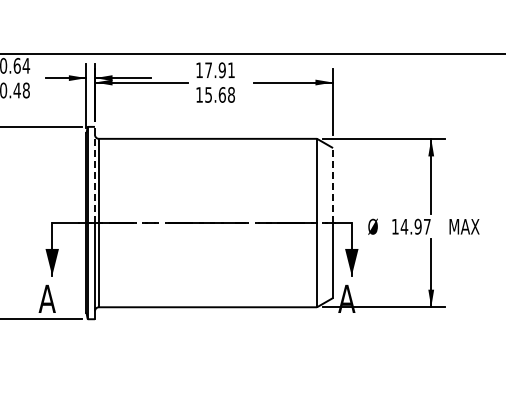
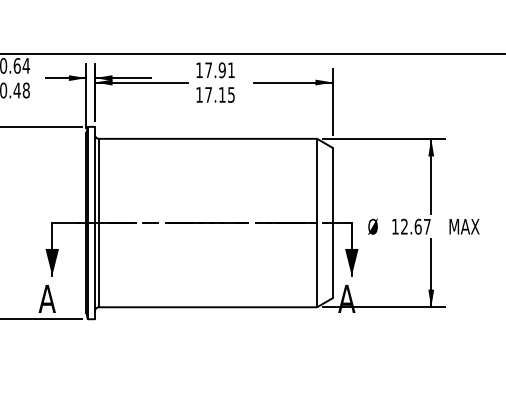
text at (219, 94): 15.68 -> 17.15
line at (94, 174): dashed -> solid
line at (333, 185): dashed -> solid
text at (410, 226): 14.97 -> 12.67
